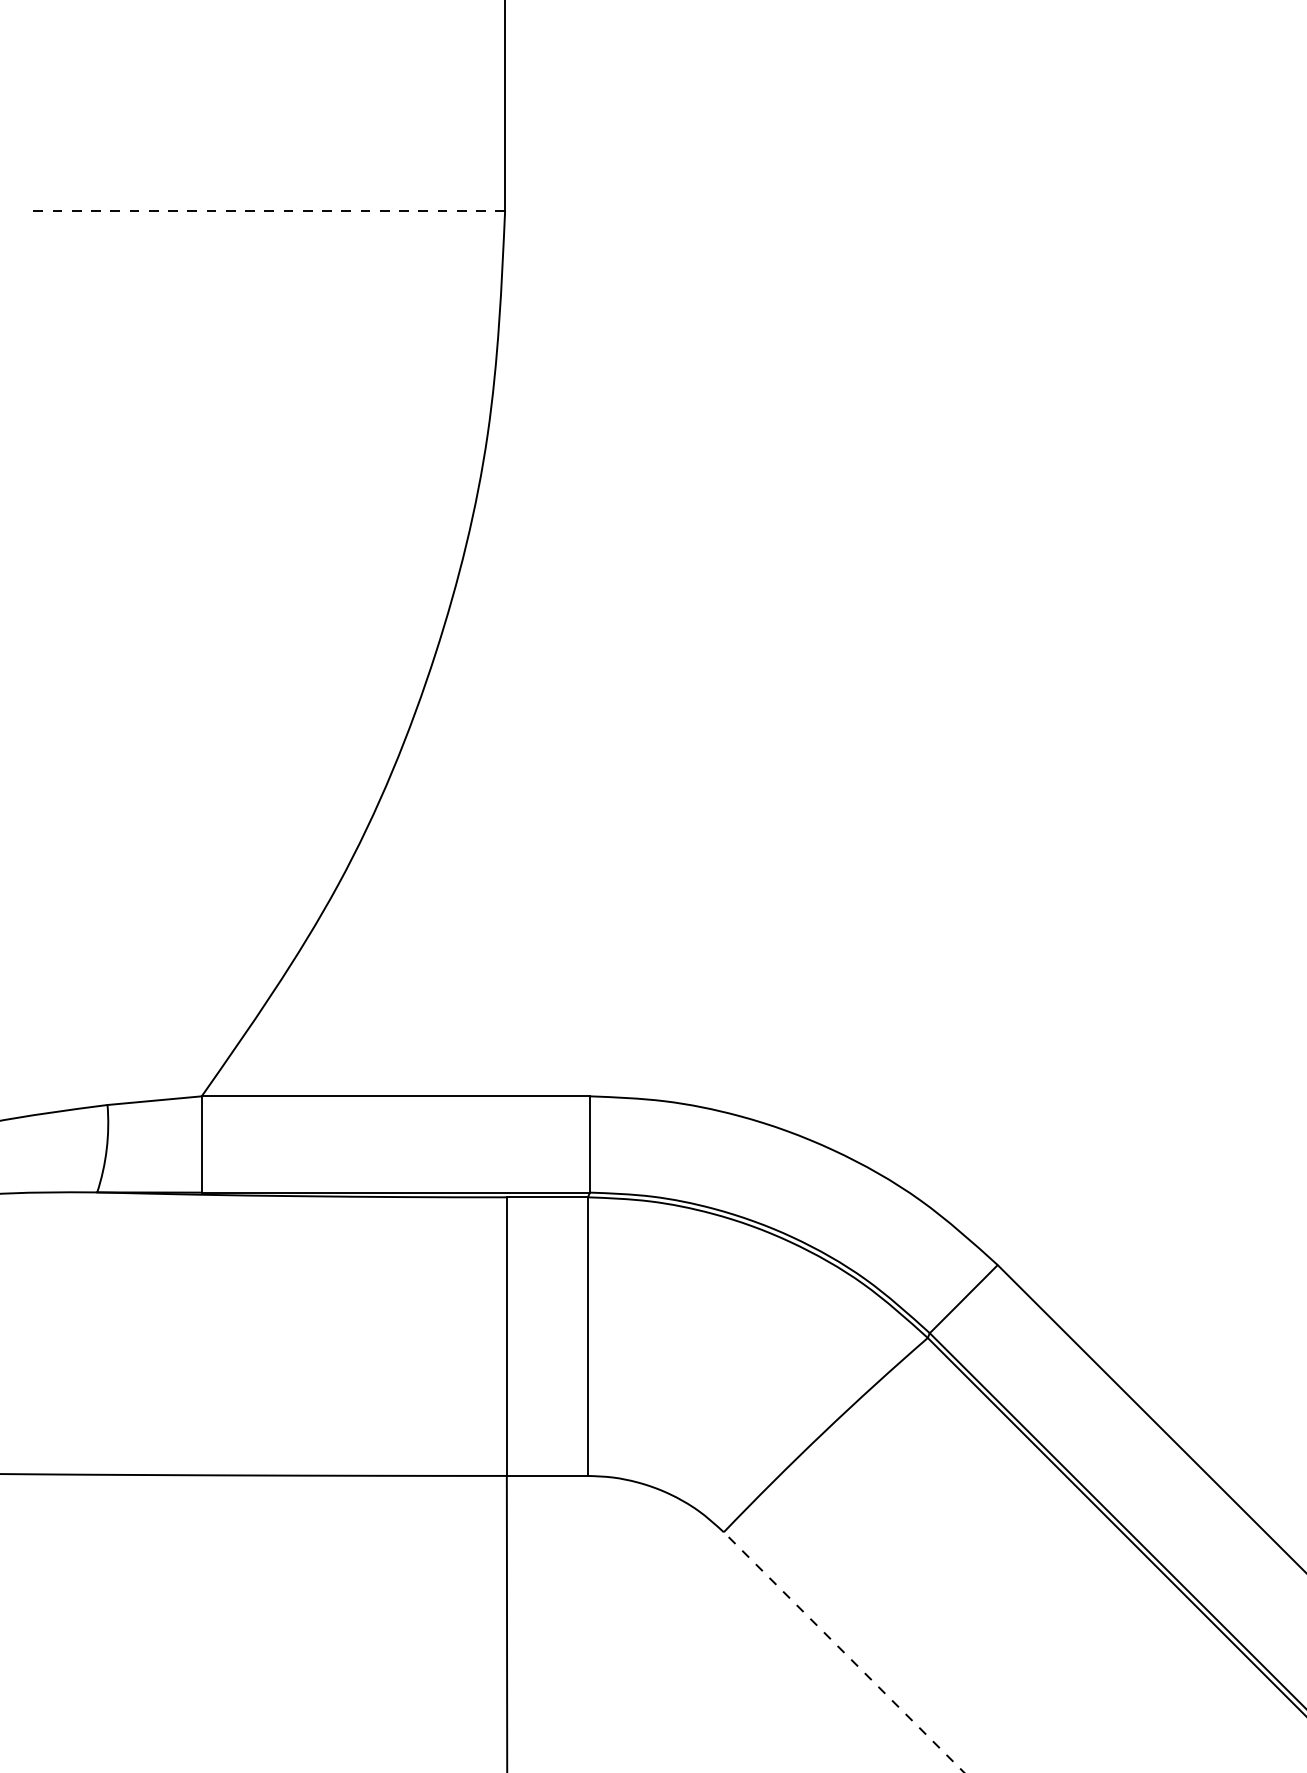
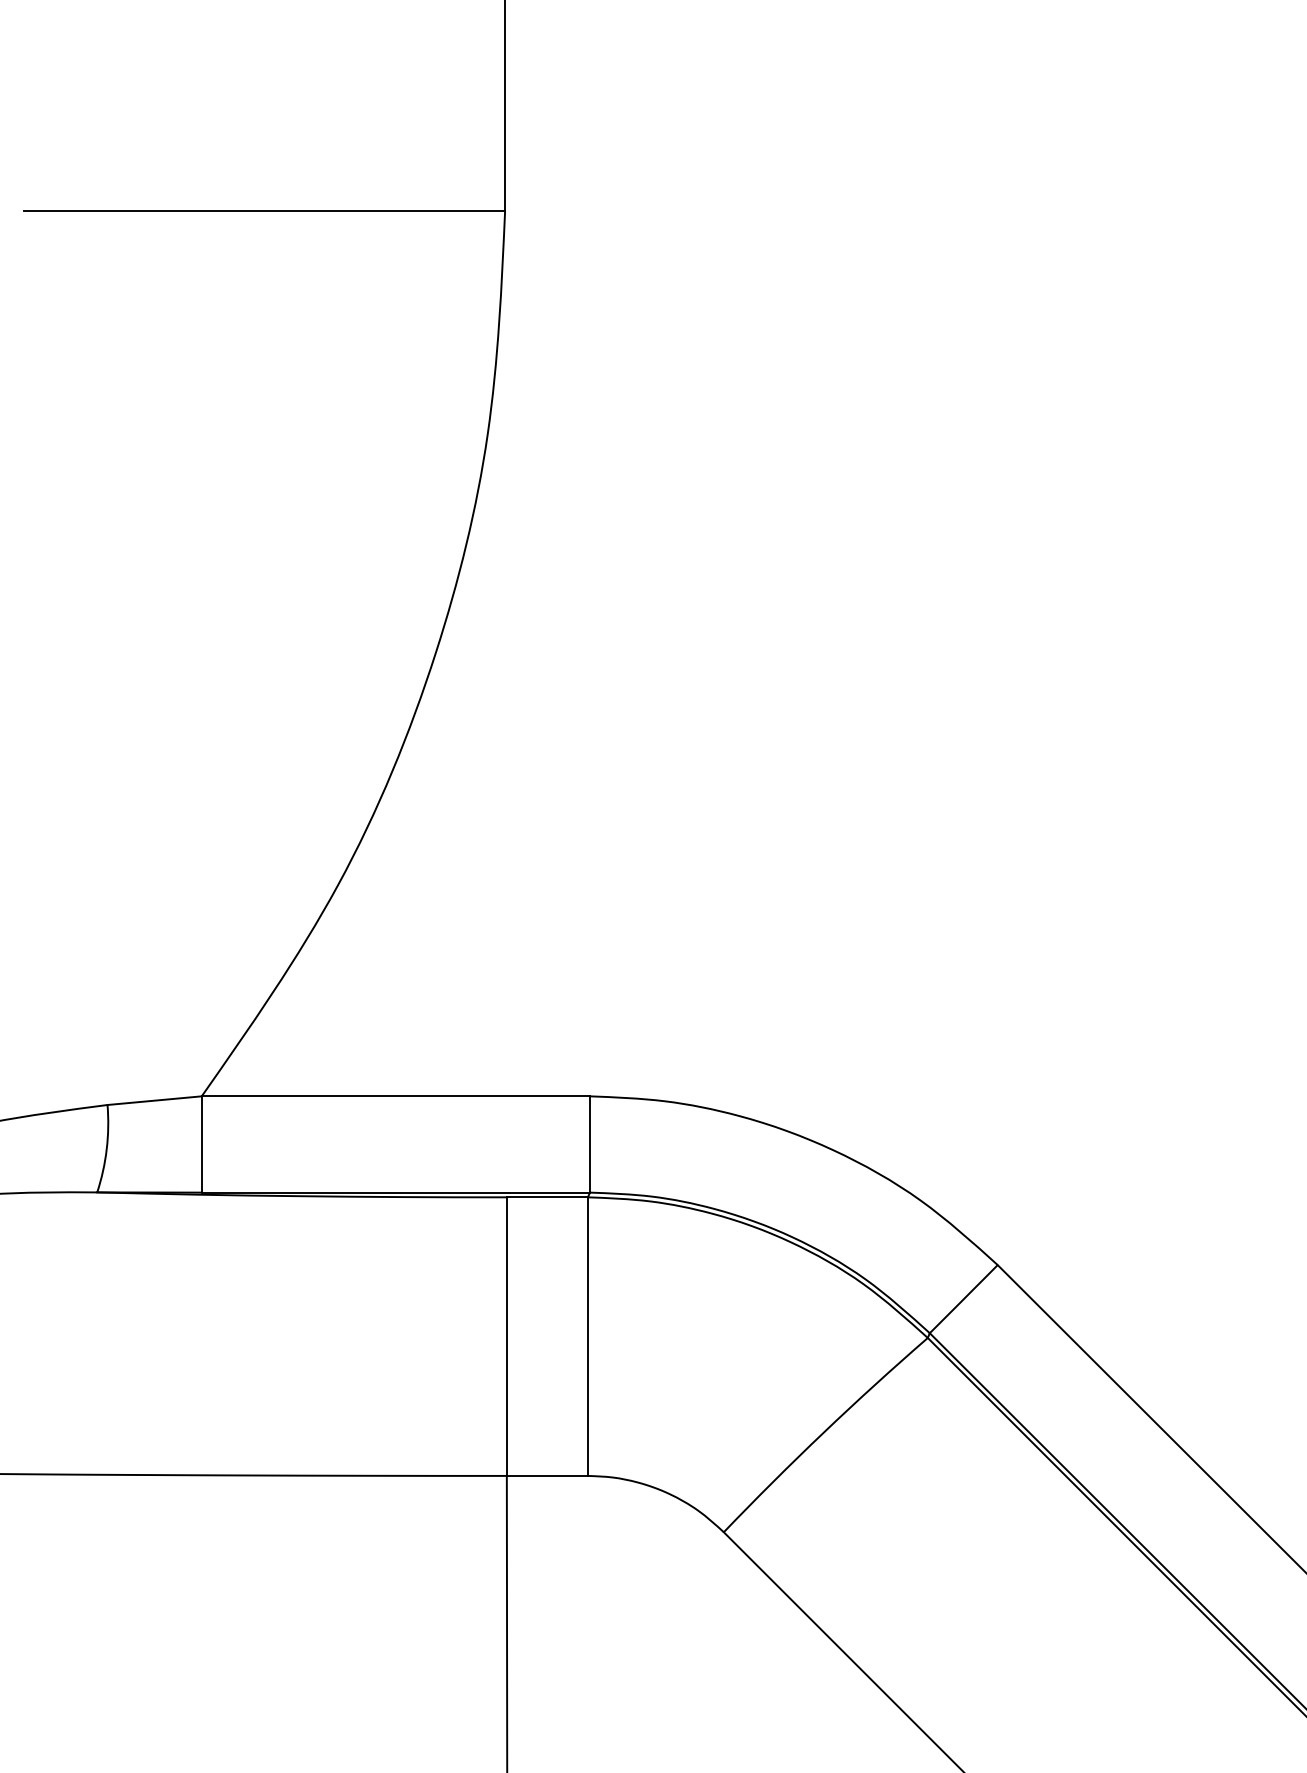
line at (264, 211): dashed -> solid
line at (843, 1652): dashed -> solid
